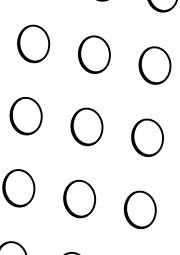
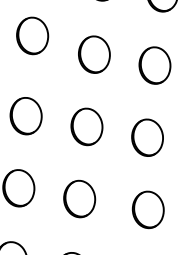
part at (33, 43) position: (33, 43) -> (32, 35)
part at (139, 209) position: (139, 209) -> (147, 209)
